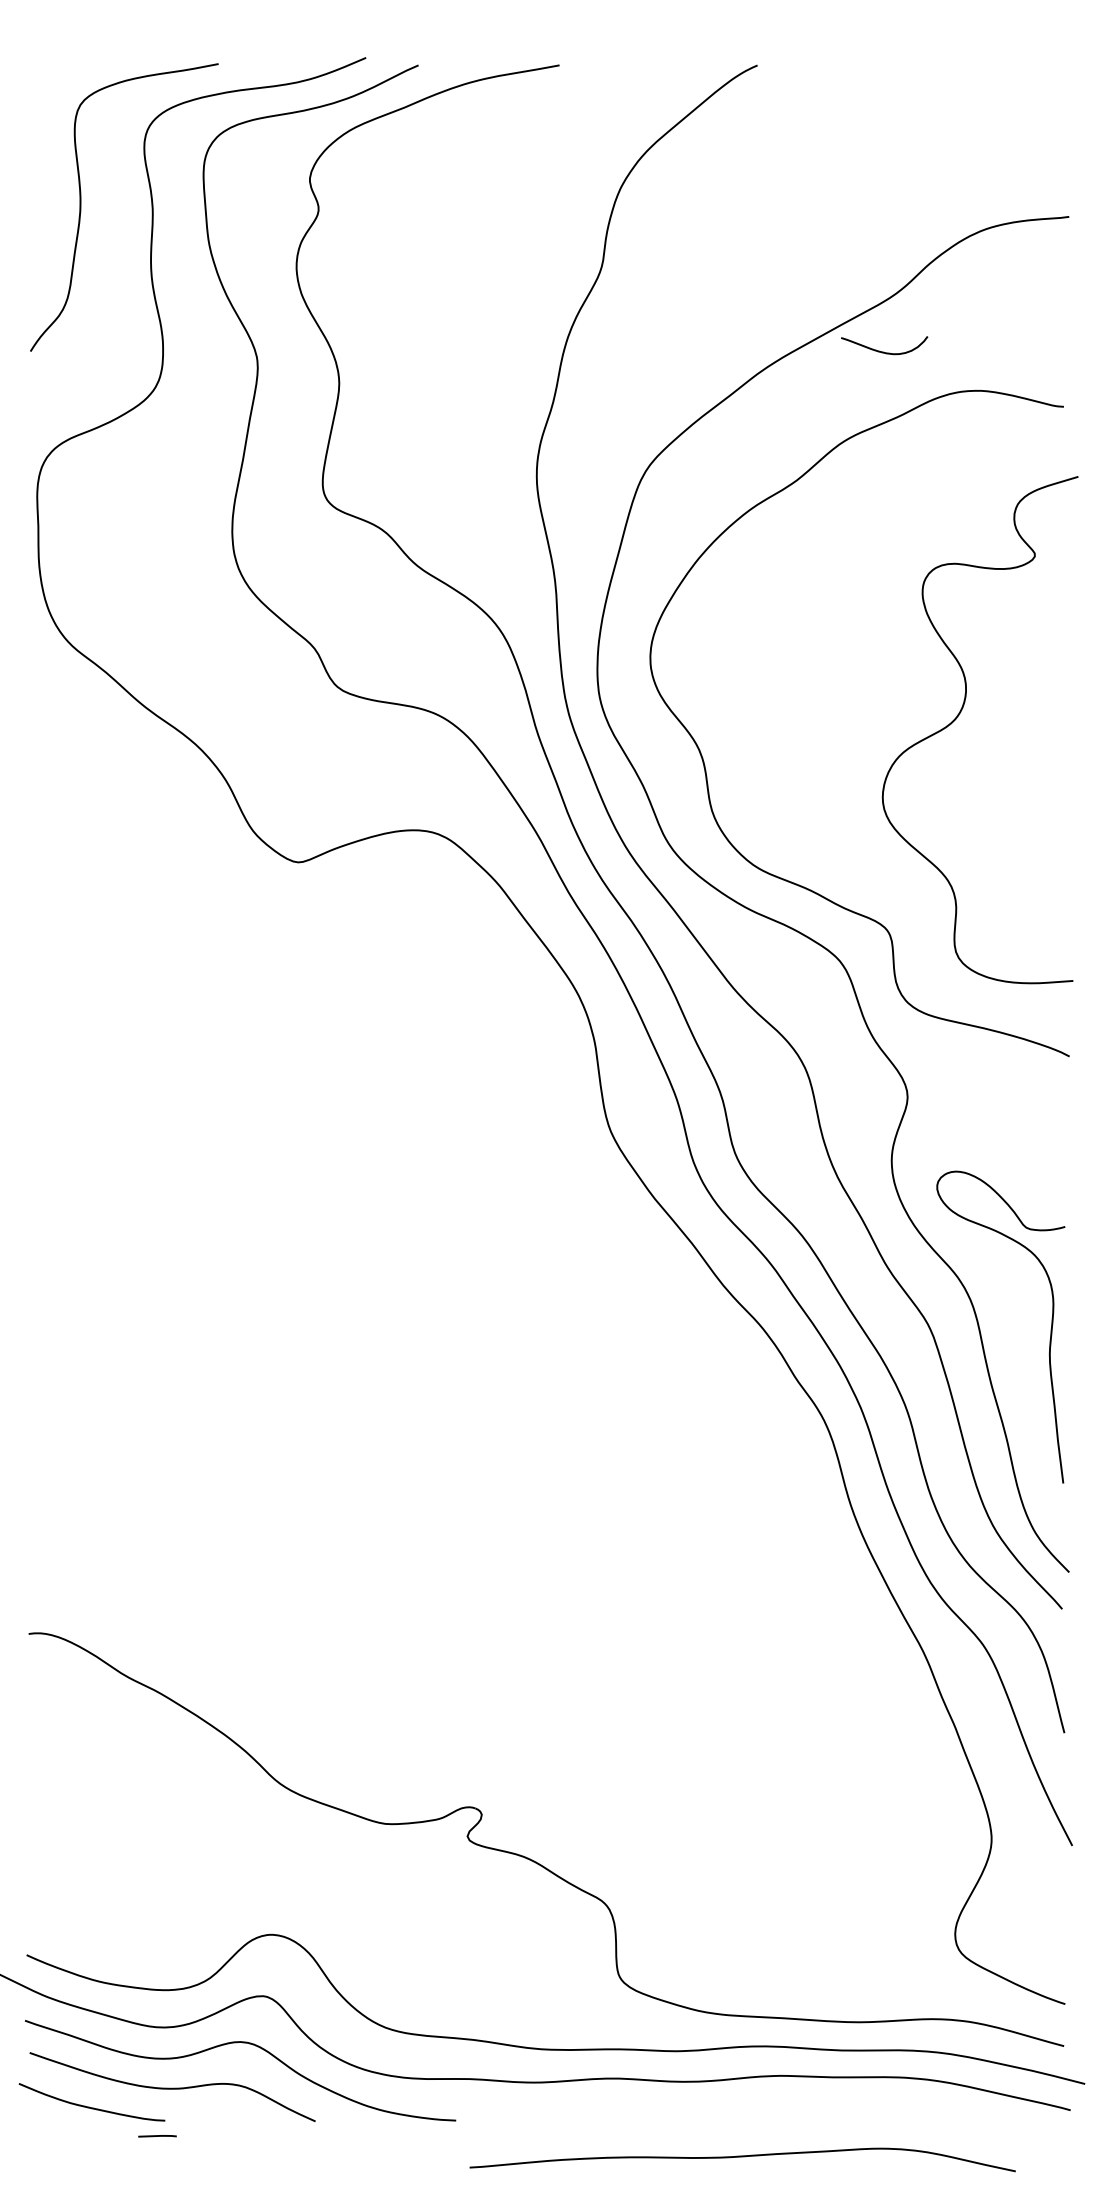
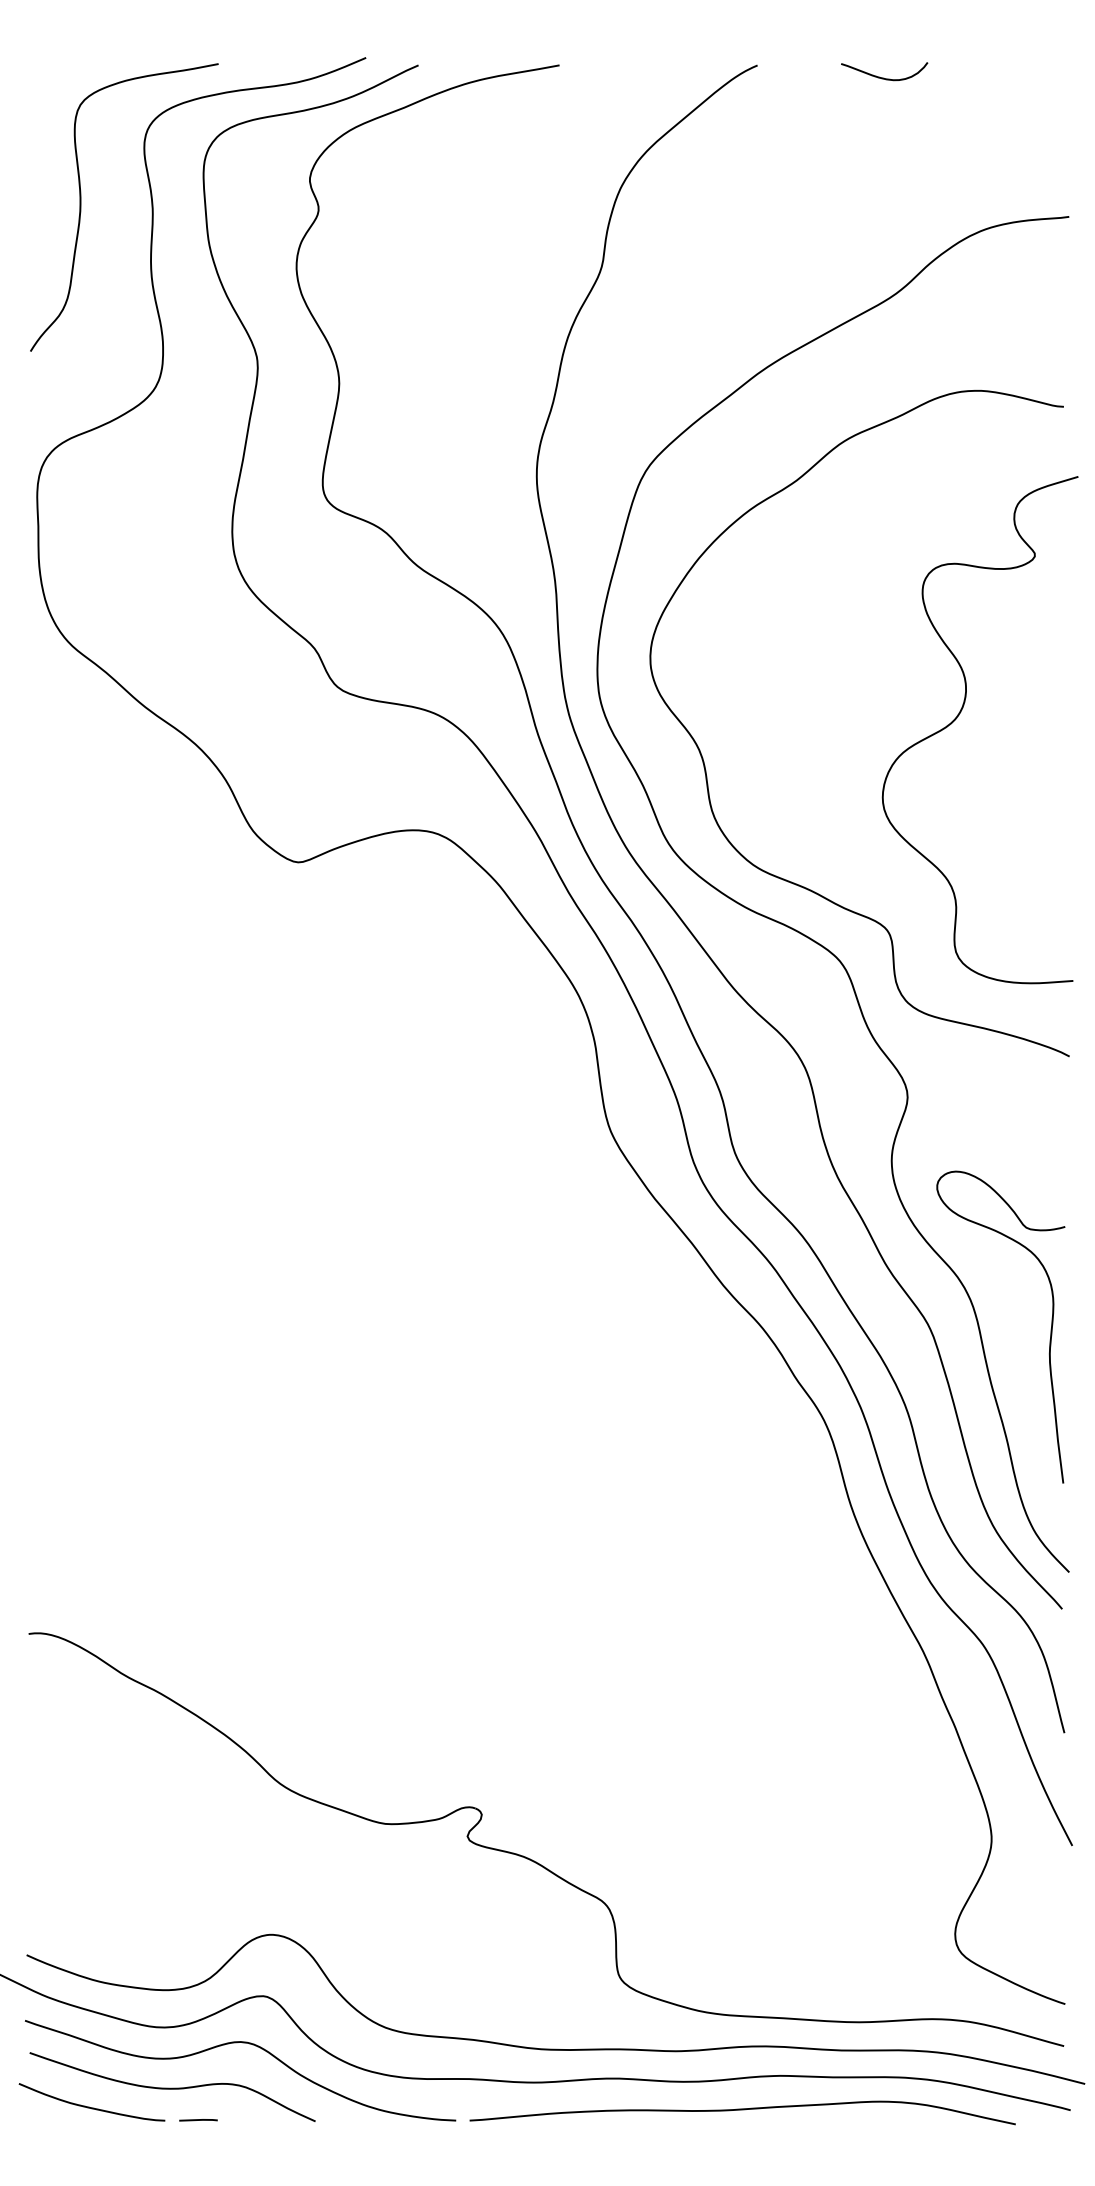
curve at (883, 351) position: (883, 351) -> (883, 77)
line at (157, 2136) position: (157, 2136) -> (198, 2120)
curve at (742, 2157) position: (742, 2157) -> (742, 2110)
